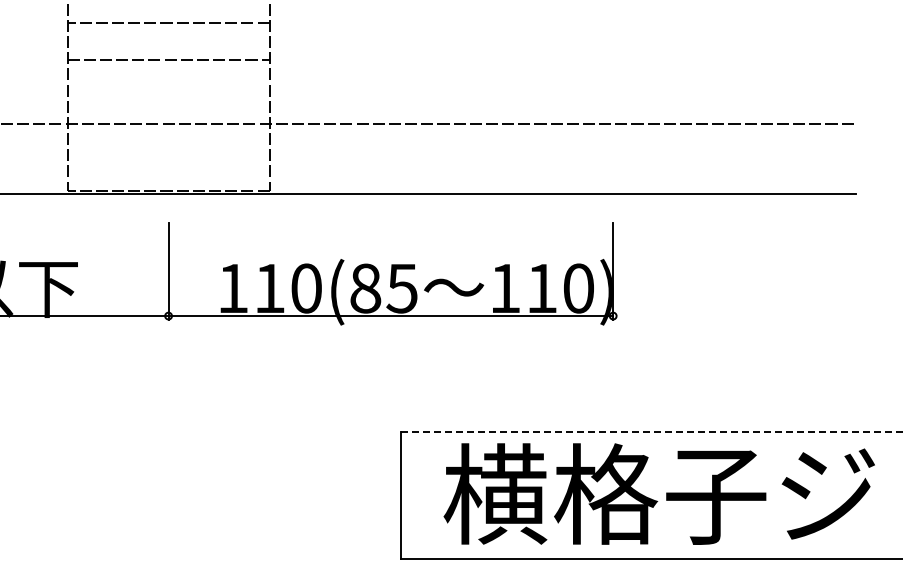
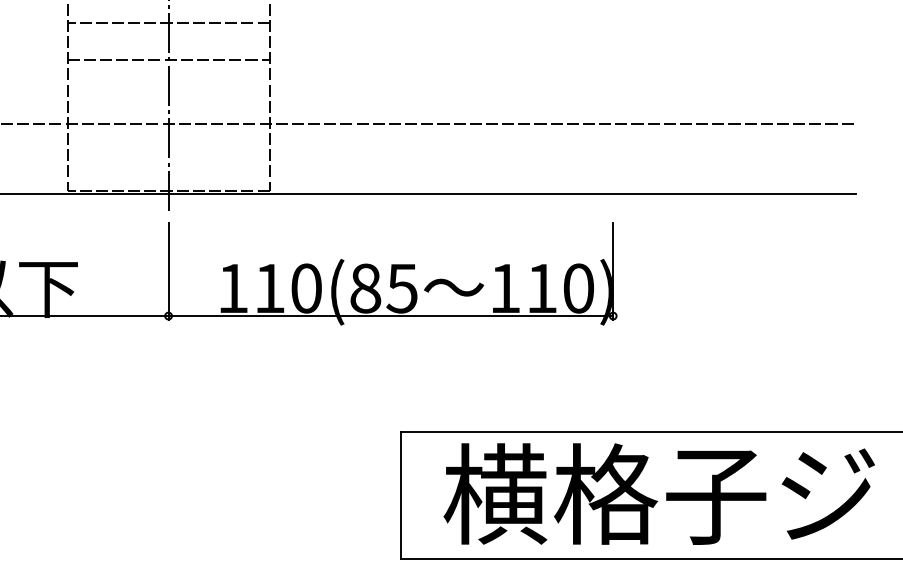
line at (168, 106): none -> present
line at (651, 431): dashed -> solid
